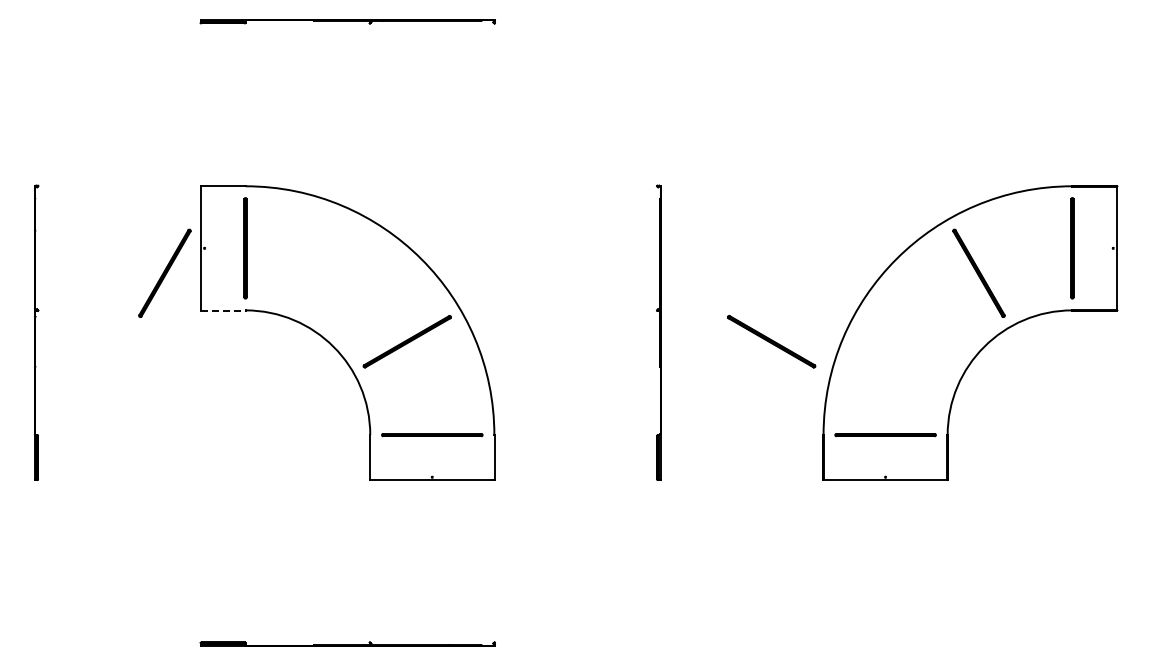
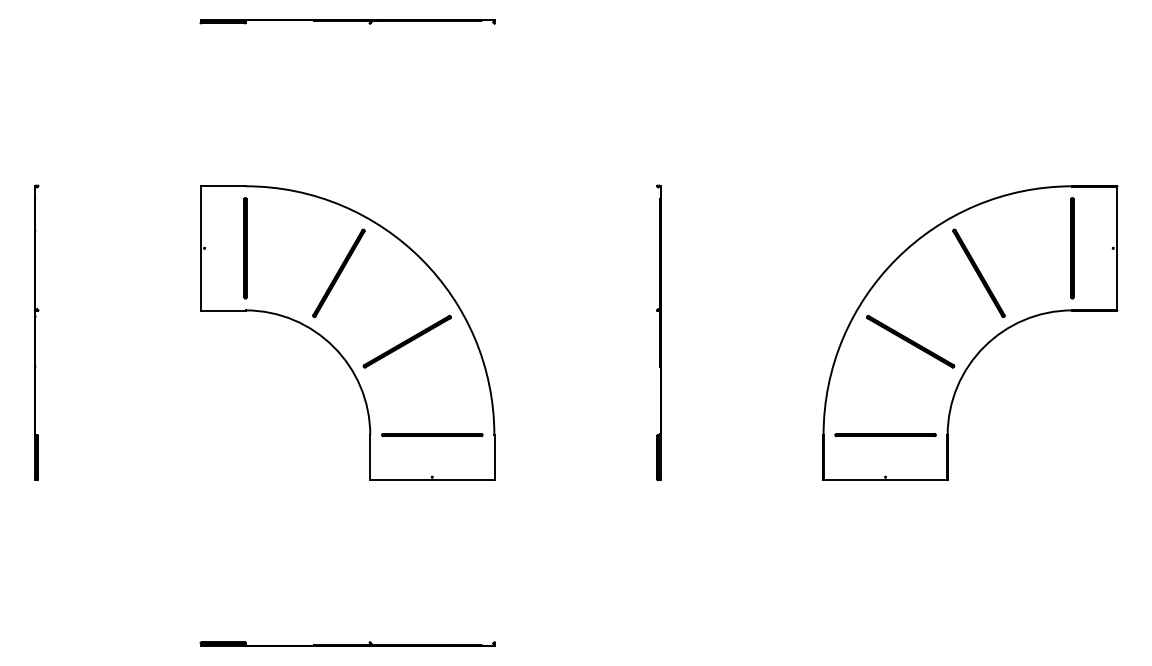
part at (164, 272) position: (164, 272) -> (338, 272)
line at (223, 310): dashed -> solid
part at (771, 341) position: (771, 341) -> (910, 341)
